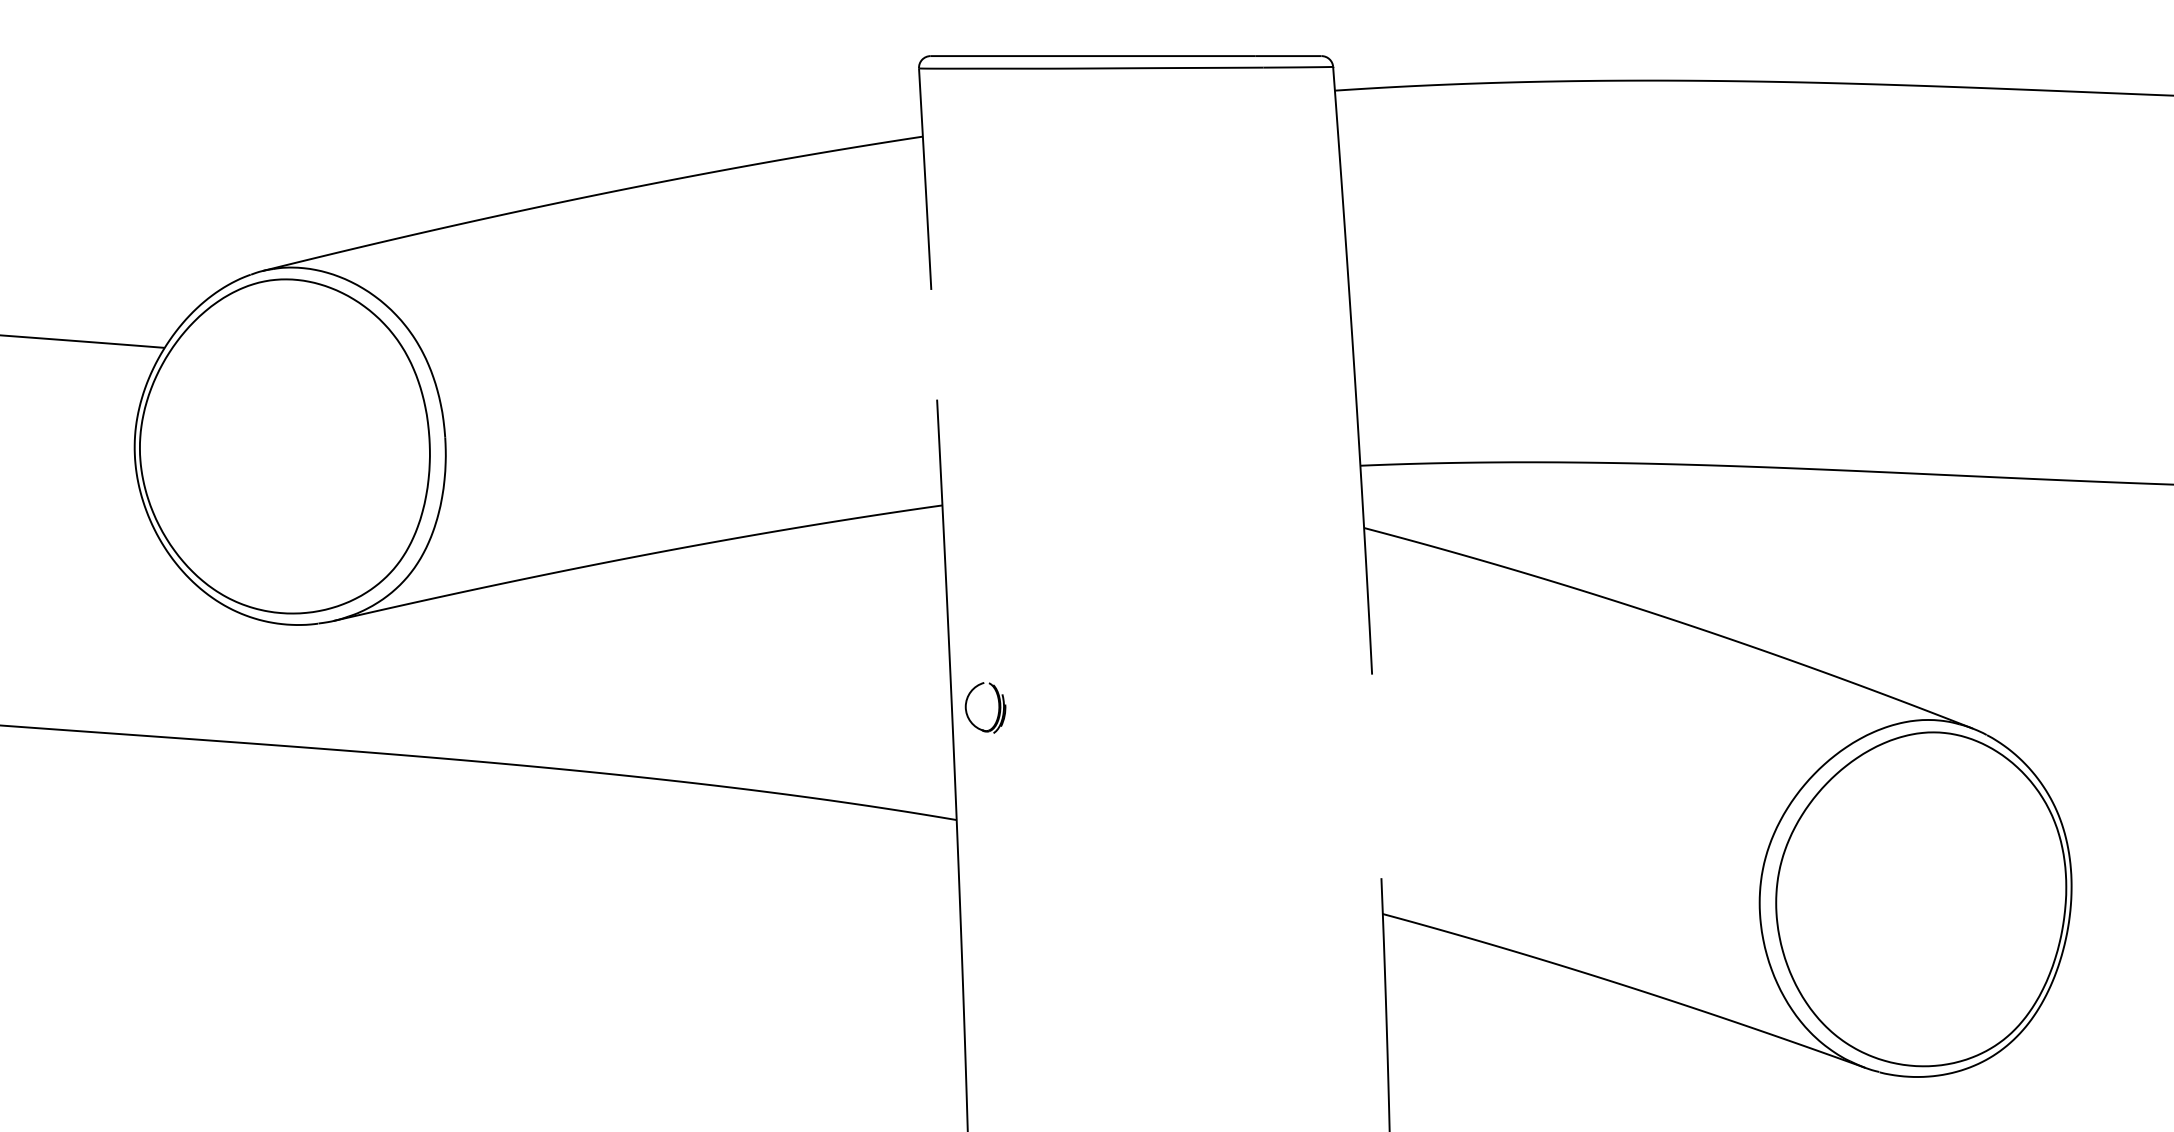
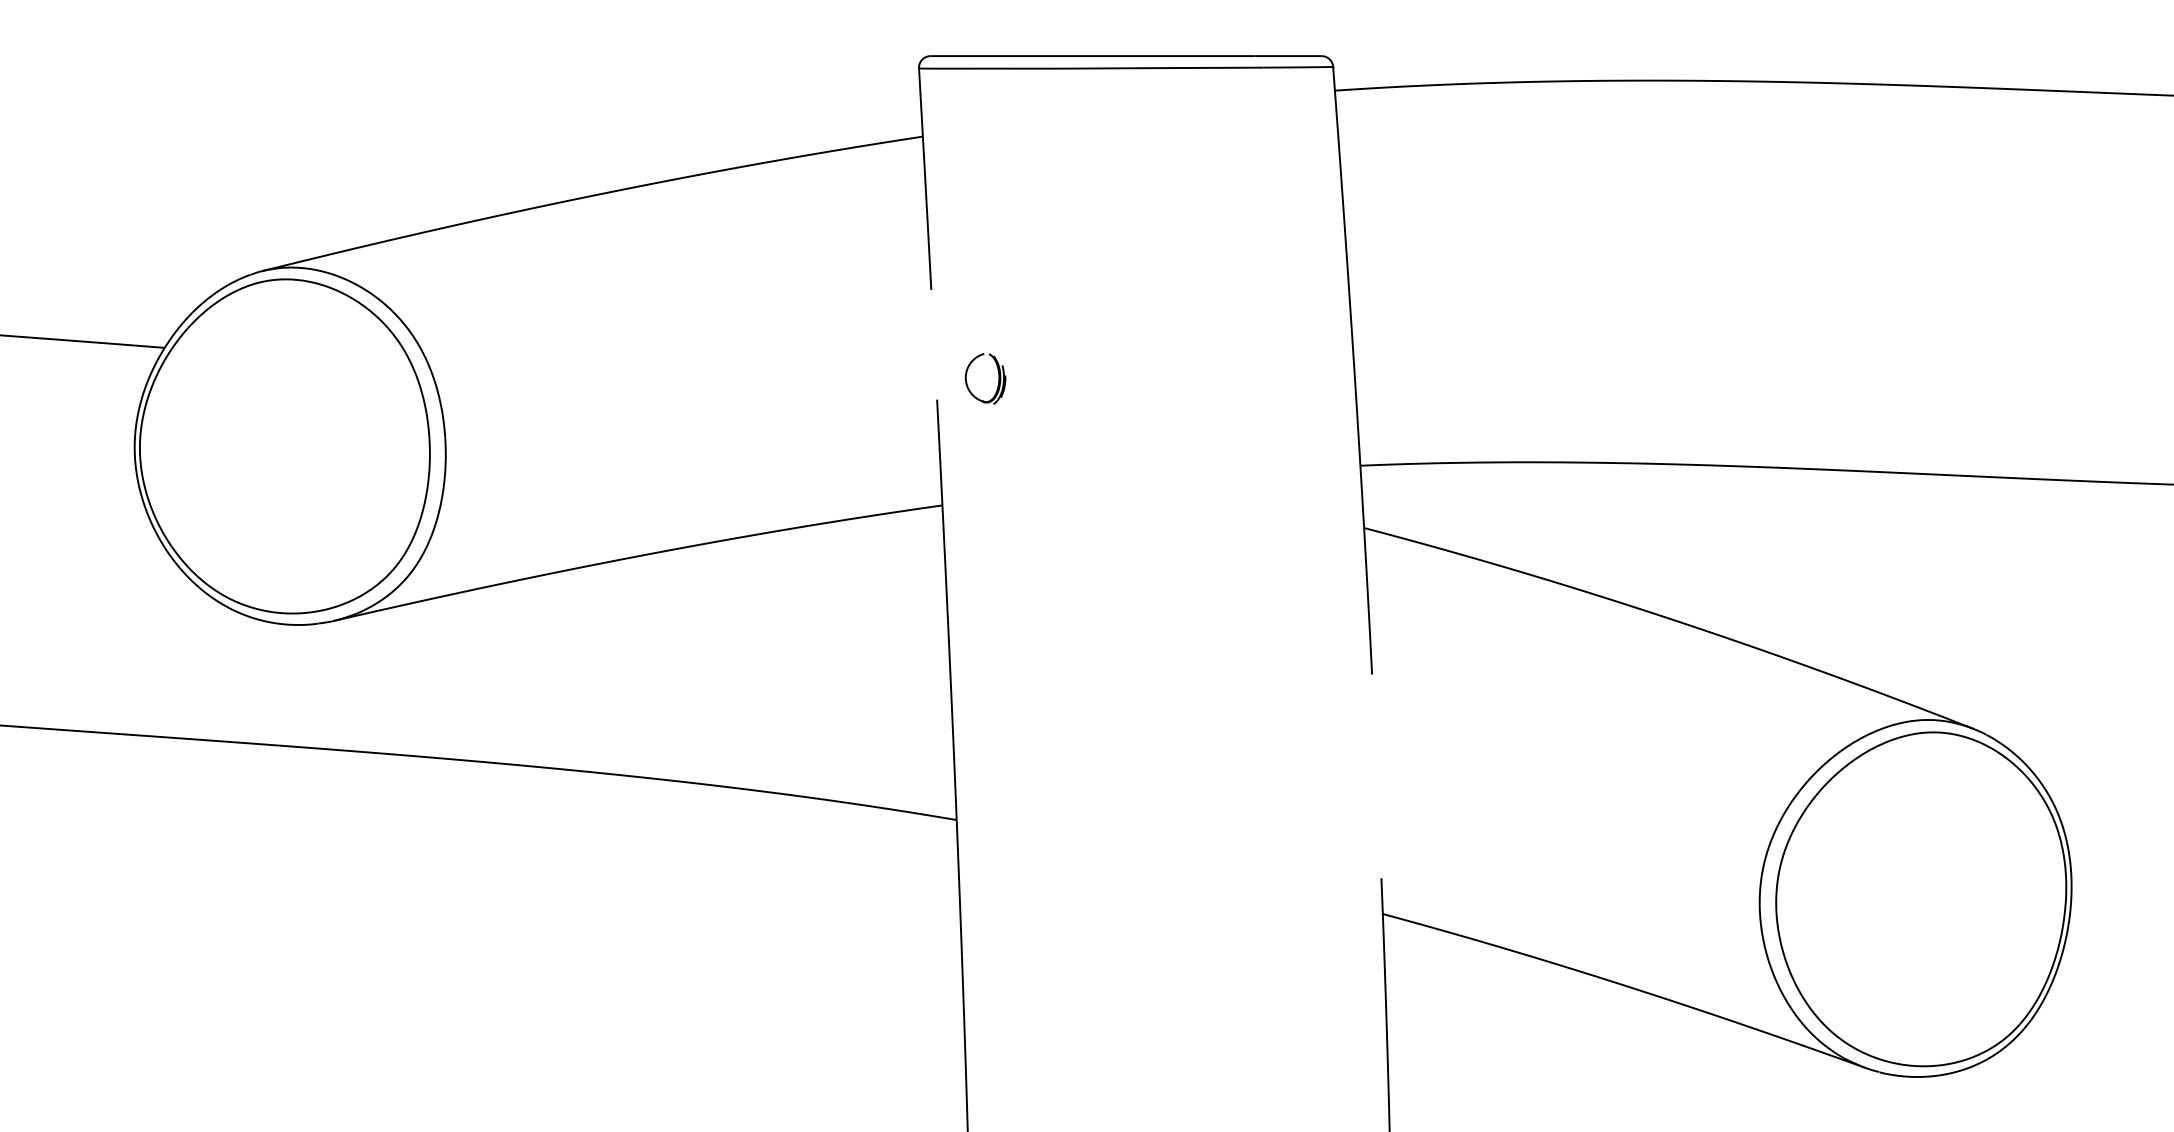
part at (998, 707) position: (998, 707) -> (998, 378)
